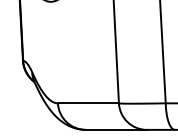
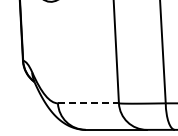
line at (88, 103): solid -> dashed
